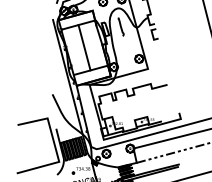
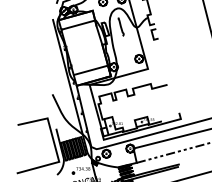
line at (84, 47): present -> none
